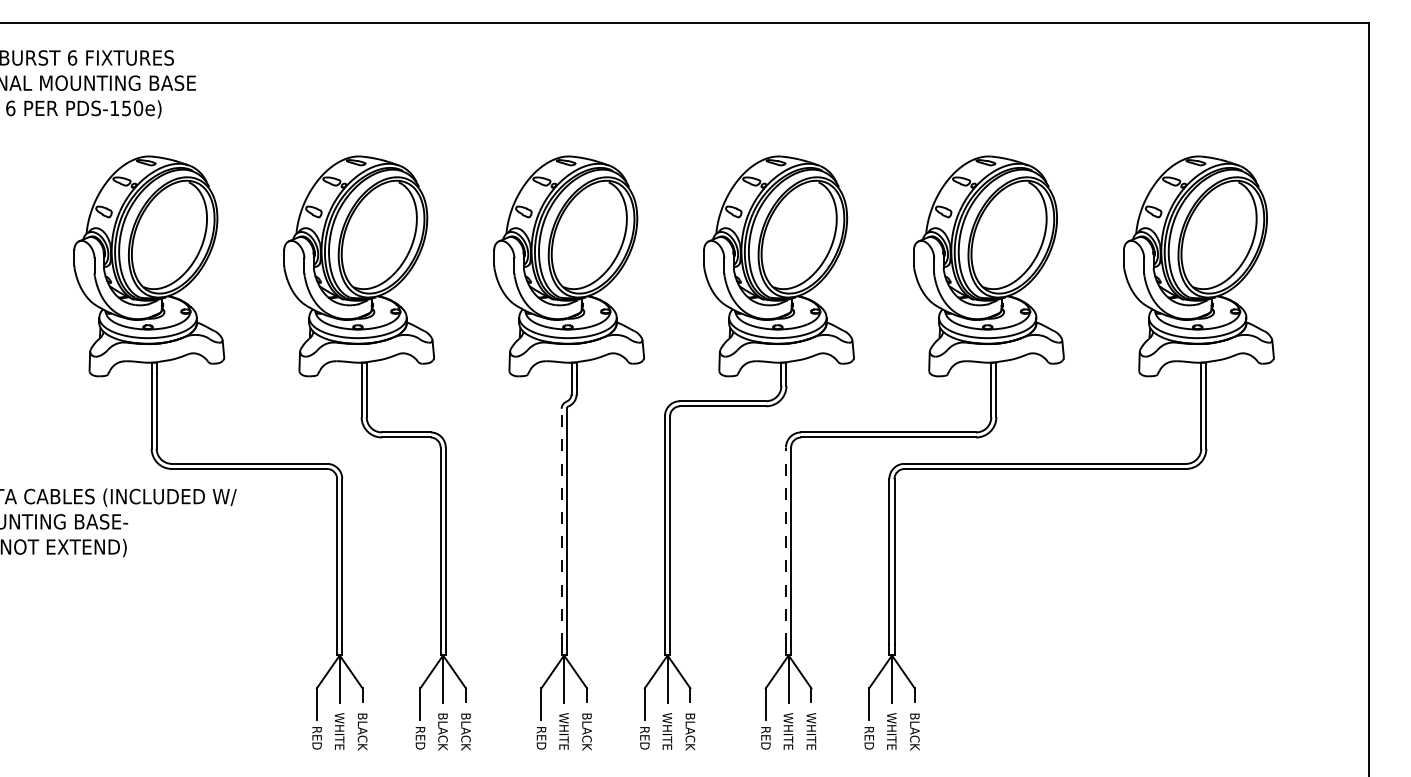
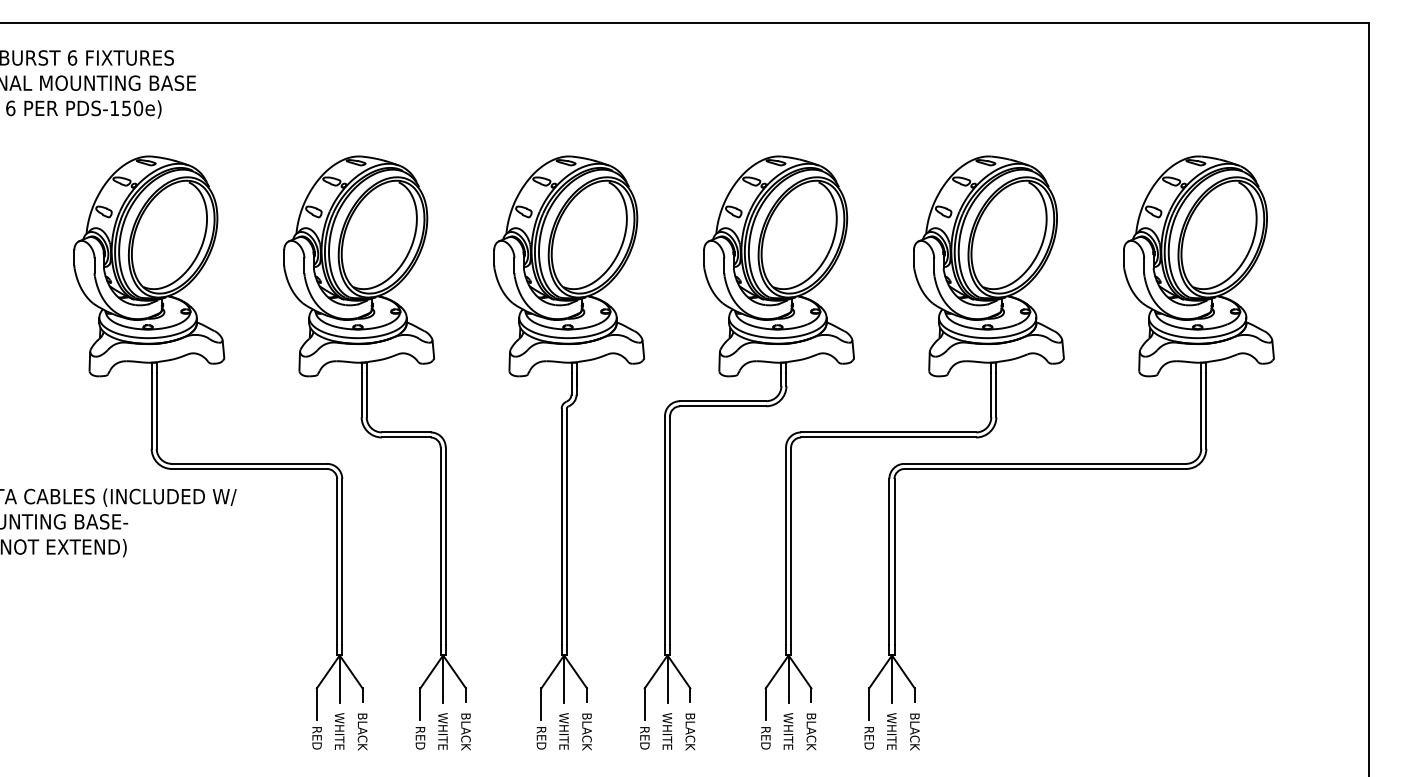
line at (561, 526): dashed -> solid
line at (786, 546): dashed -> solid
text at (442, 731): BLACK -> WHITE
text at (811, 731): WHITE -> BLACK
